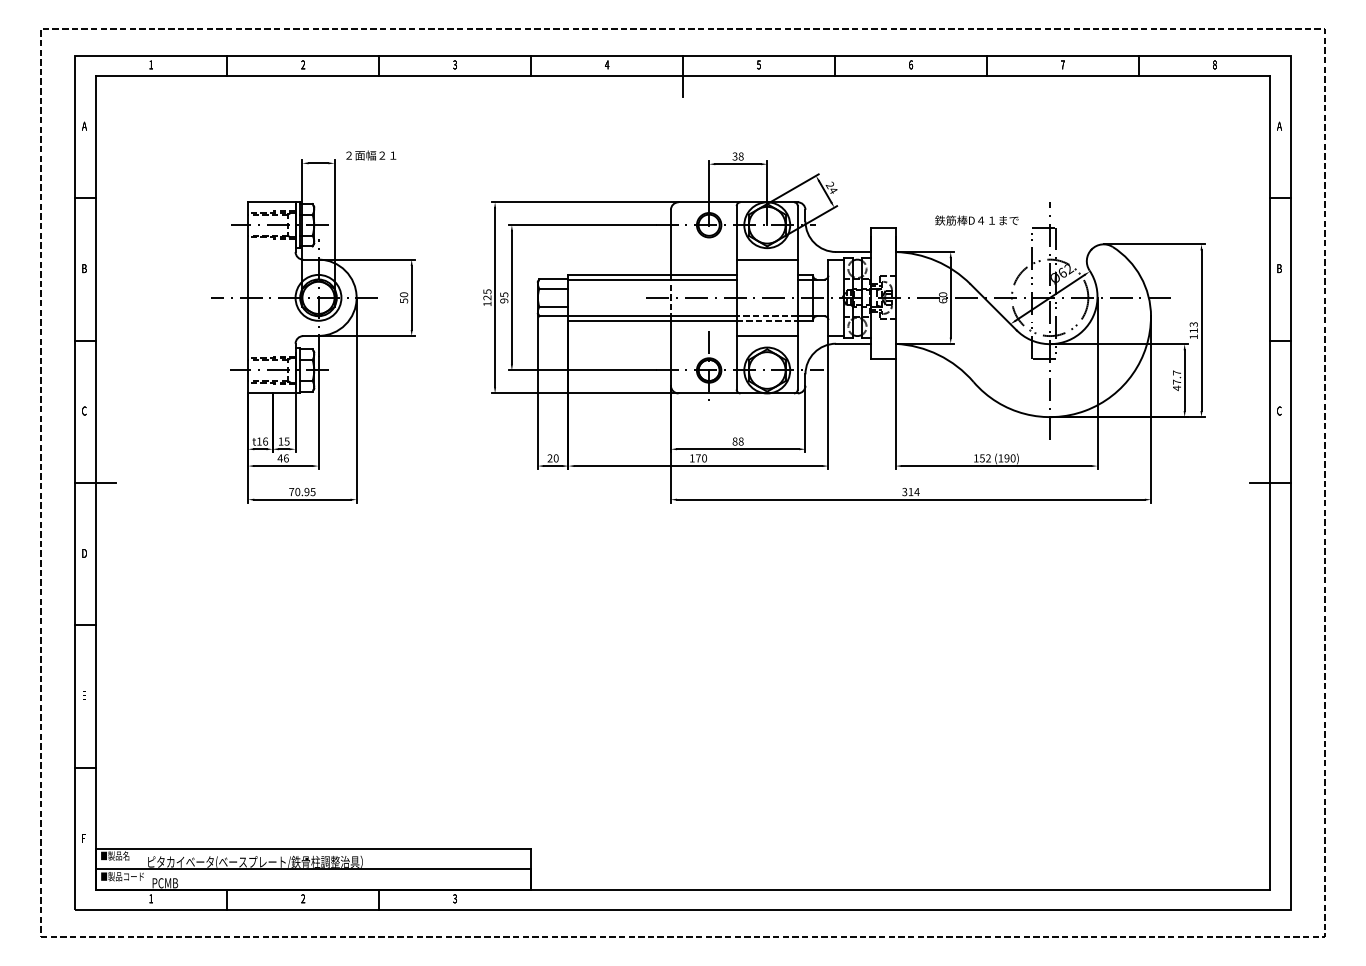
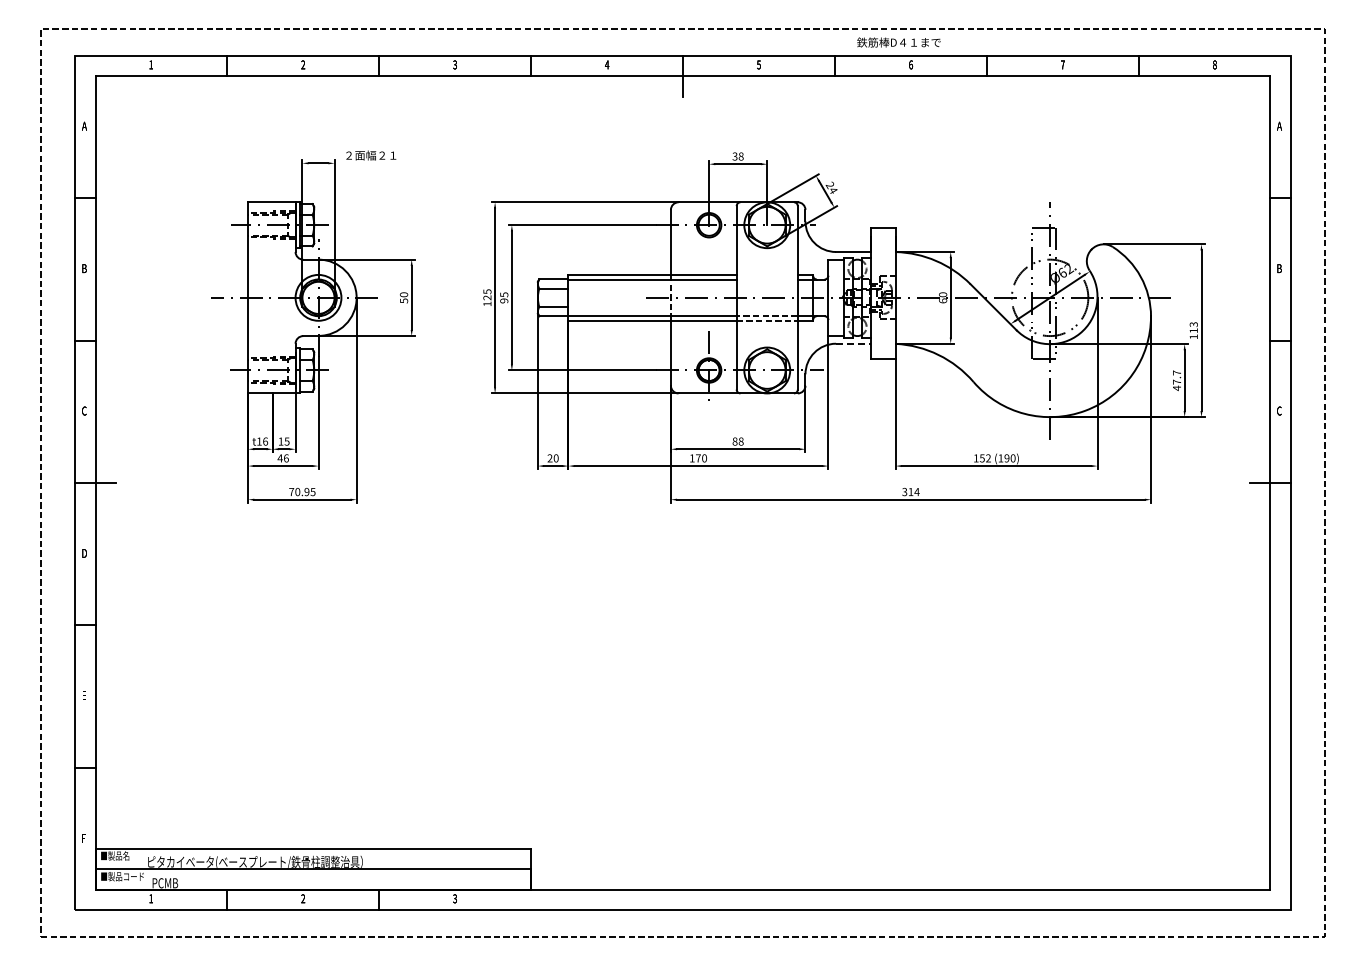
text at (976, 220) position: (976, 220) -> (898, 42)
line at (766, 259): present -> none
line at (766, 336): present -> none
line at (853, 343): solid -> dashed
